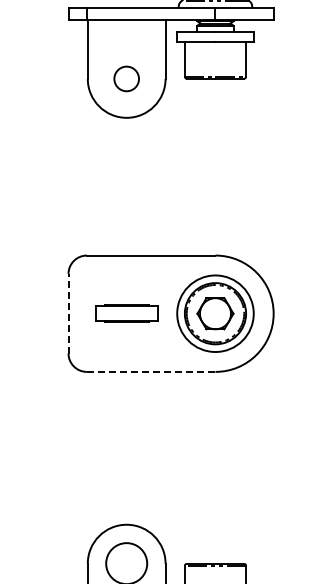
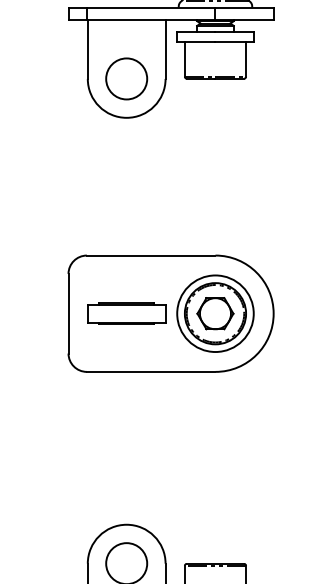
circle at (126, 78) diameter: 25 px -> 41 px
line at (68, 313): dashed -> solid
part at (126, 313) size: 64x19 px -> 80x23 px
line at (150, 371): dashed -> solid
